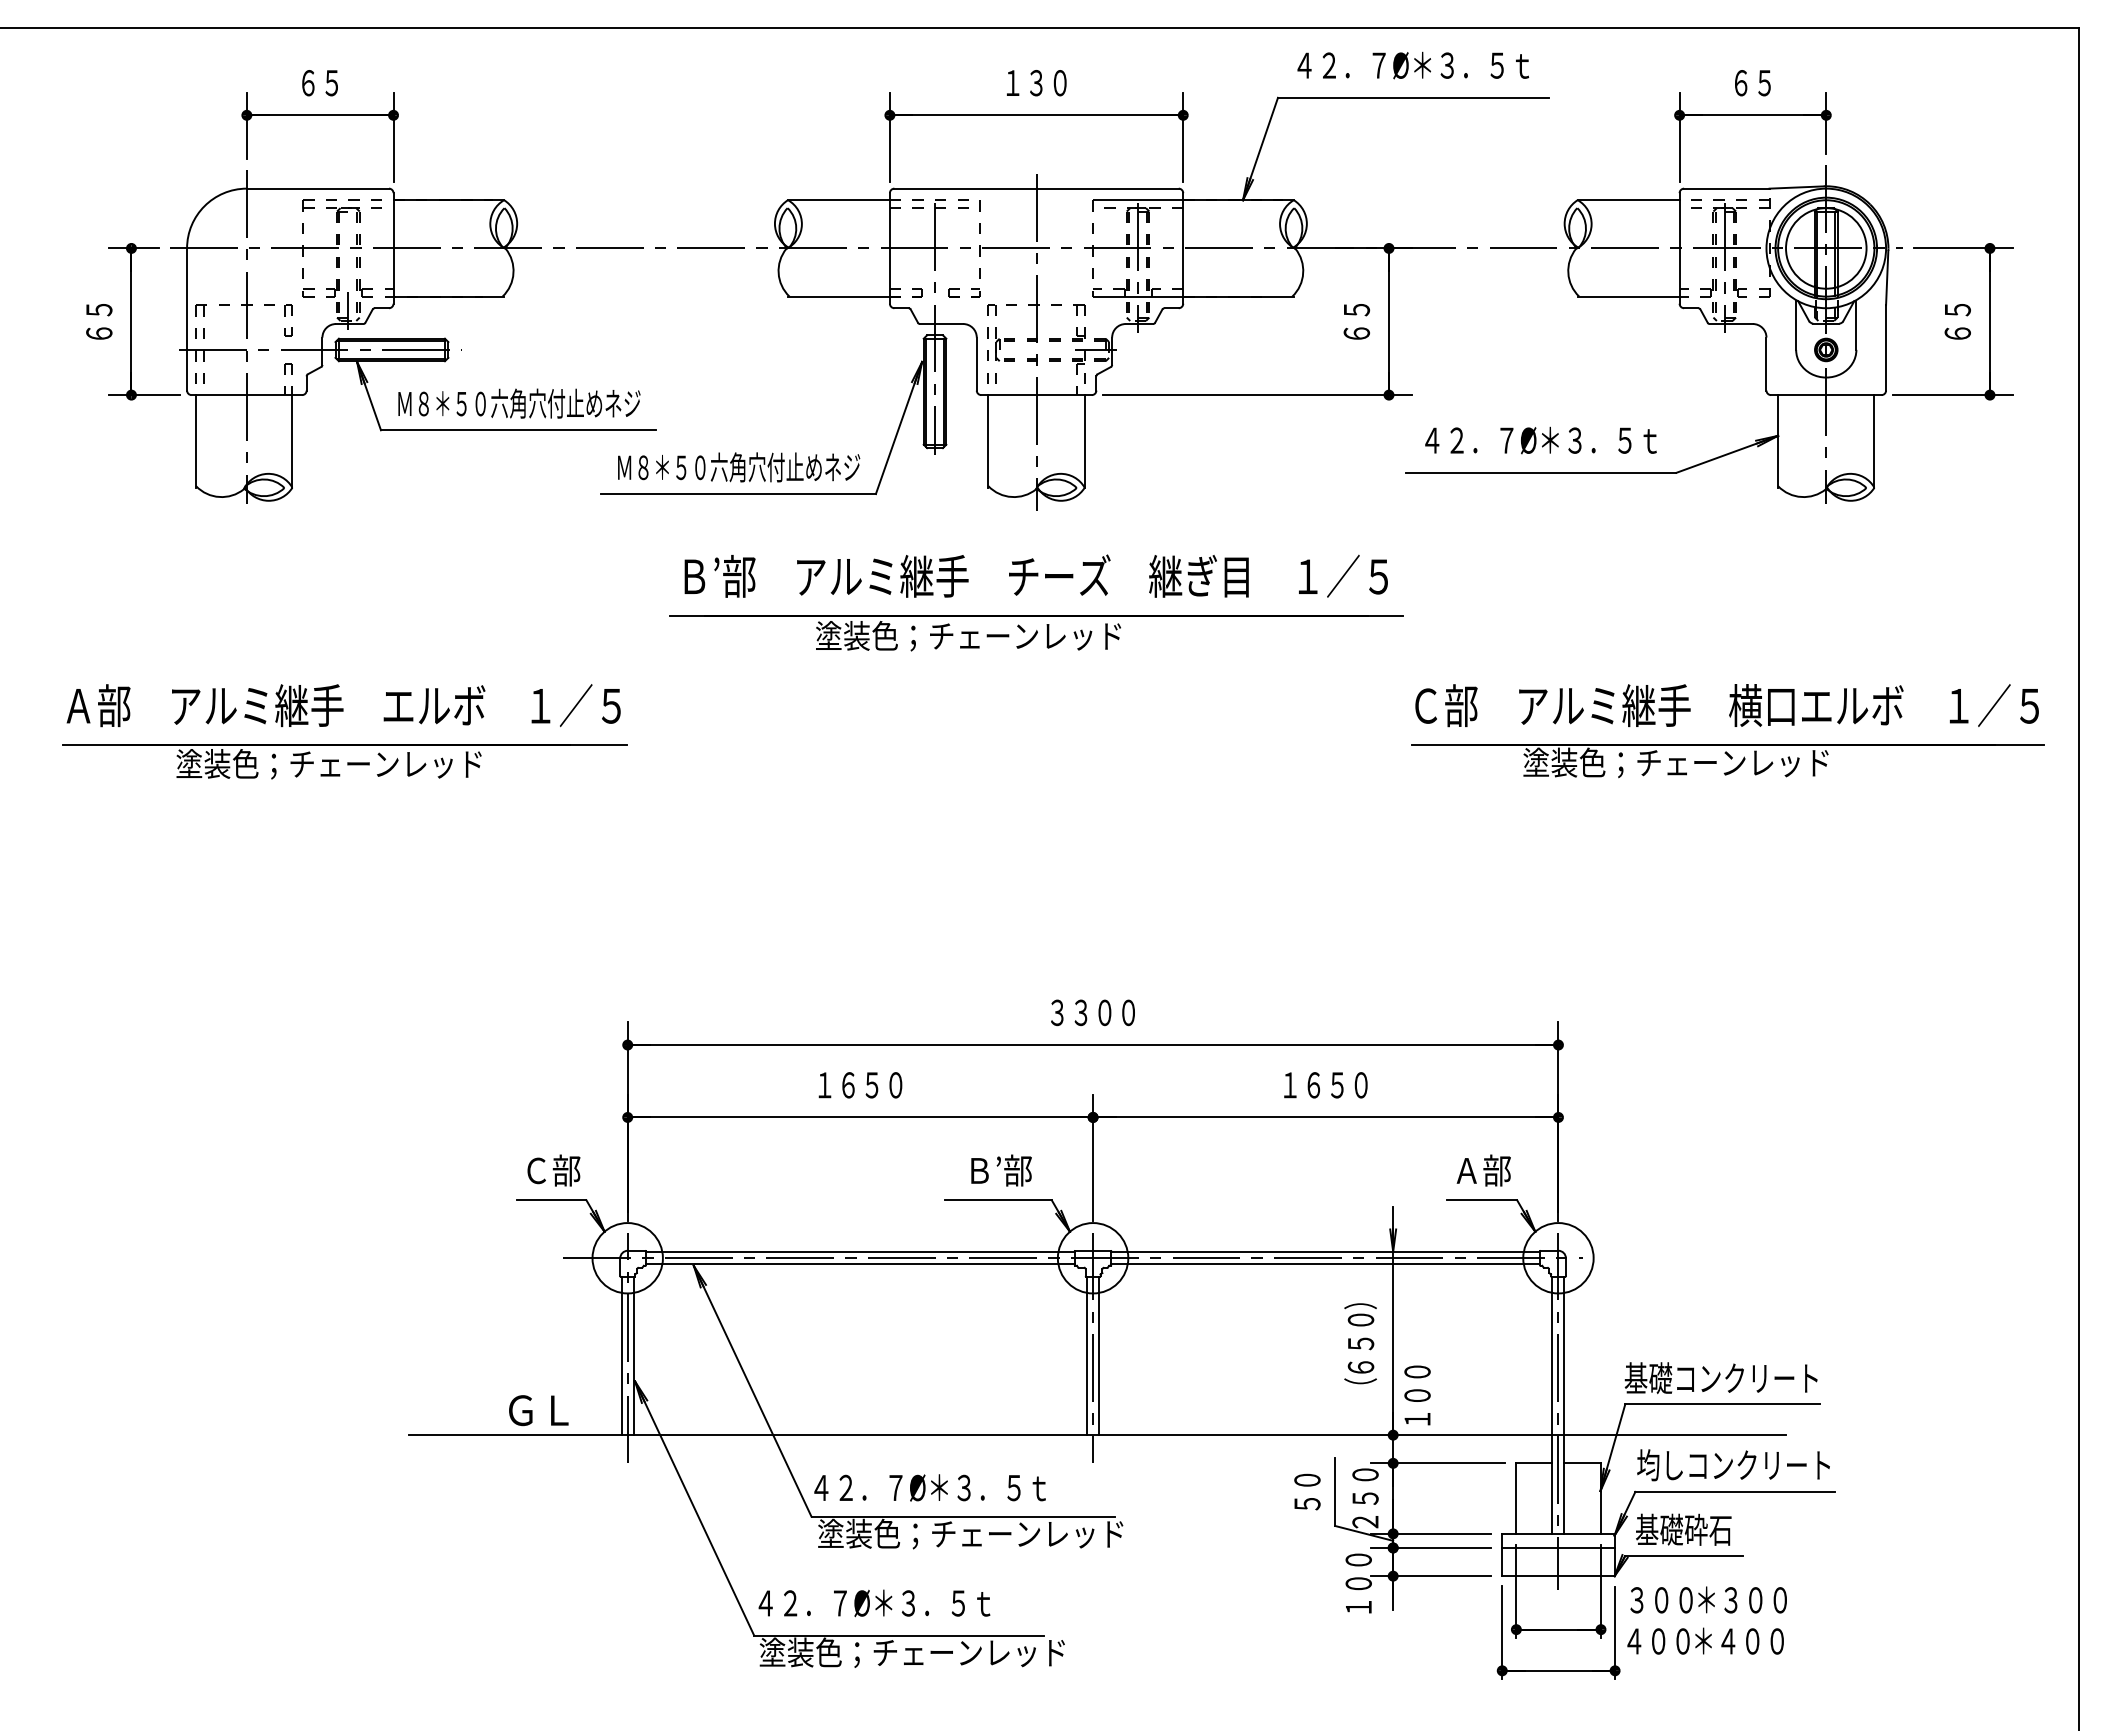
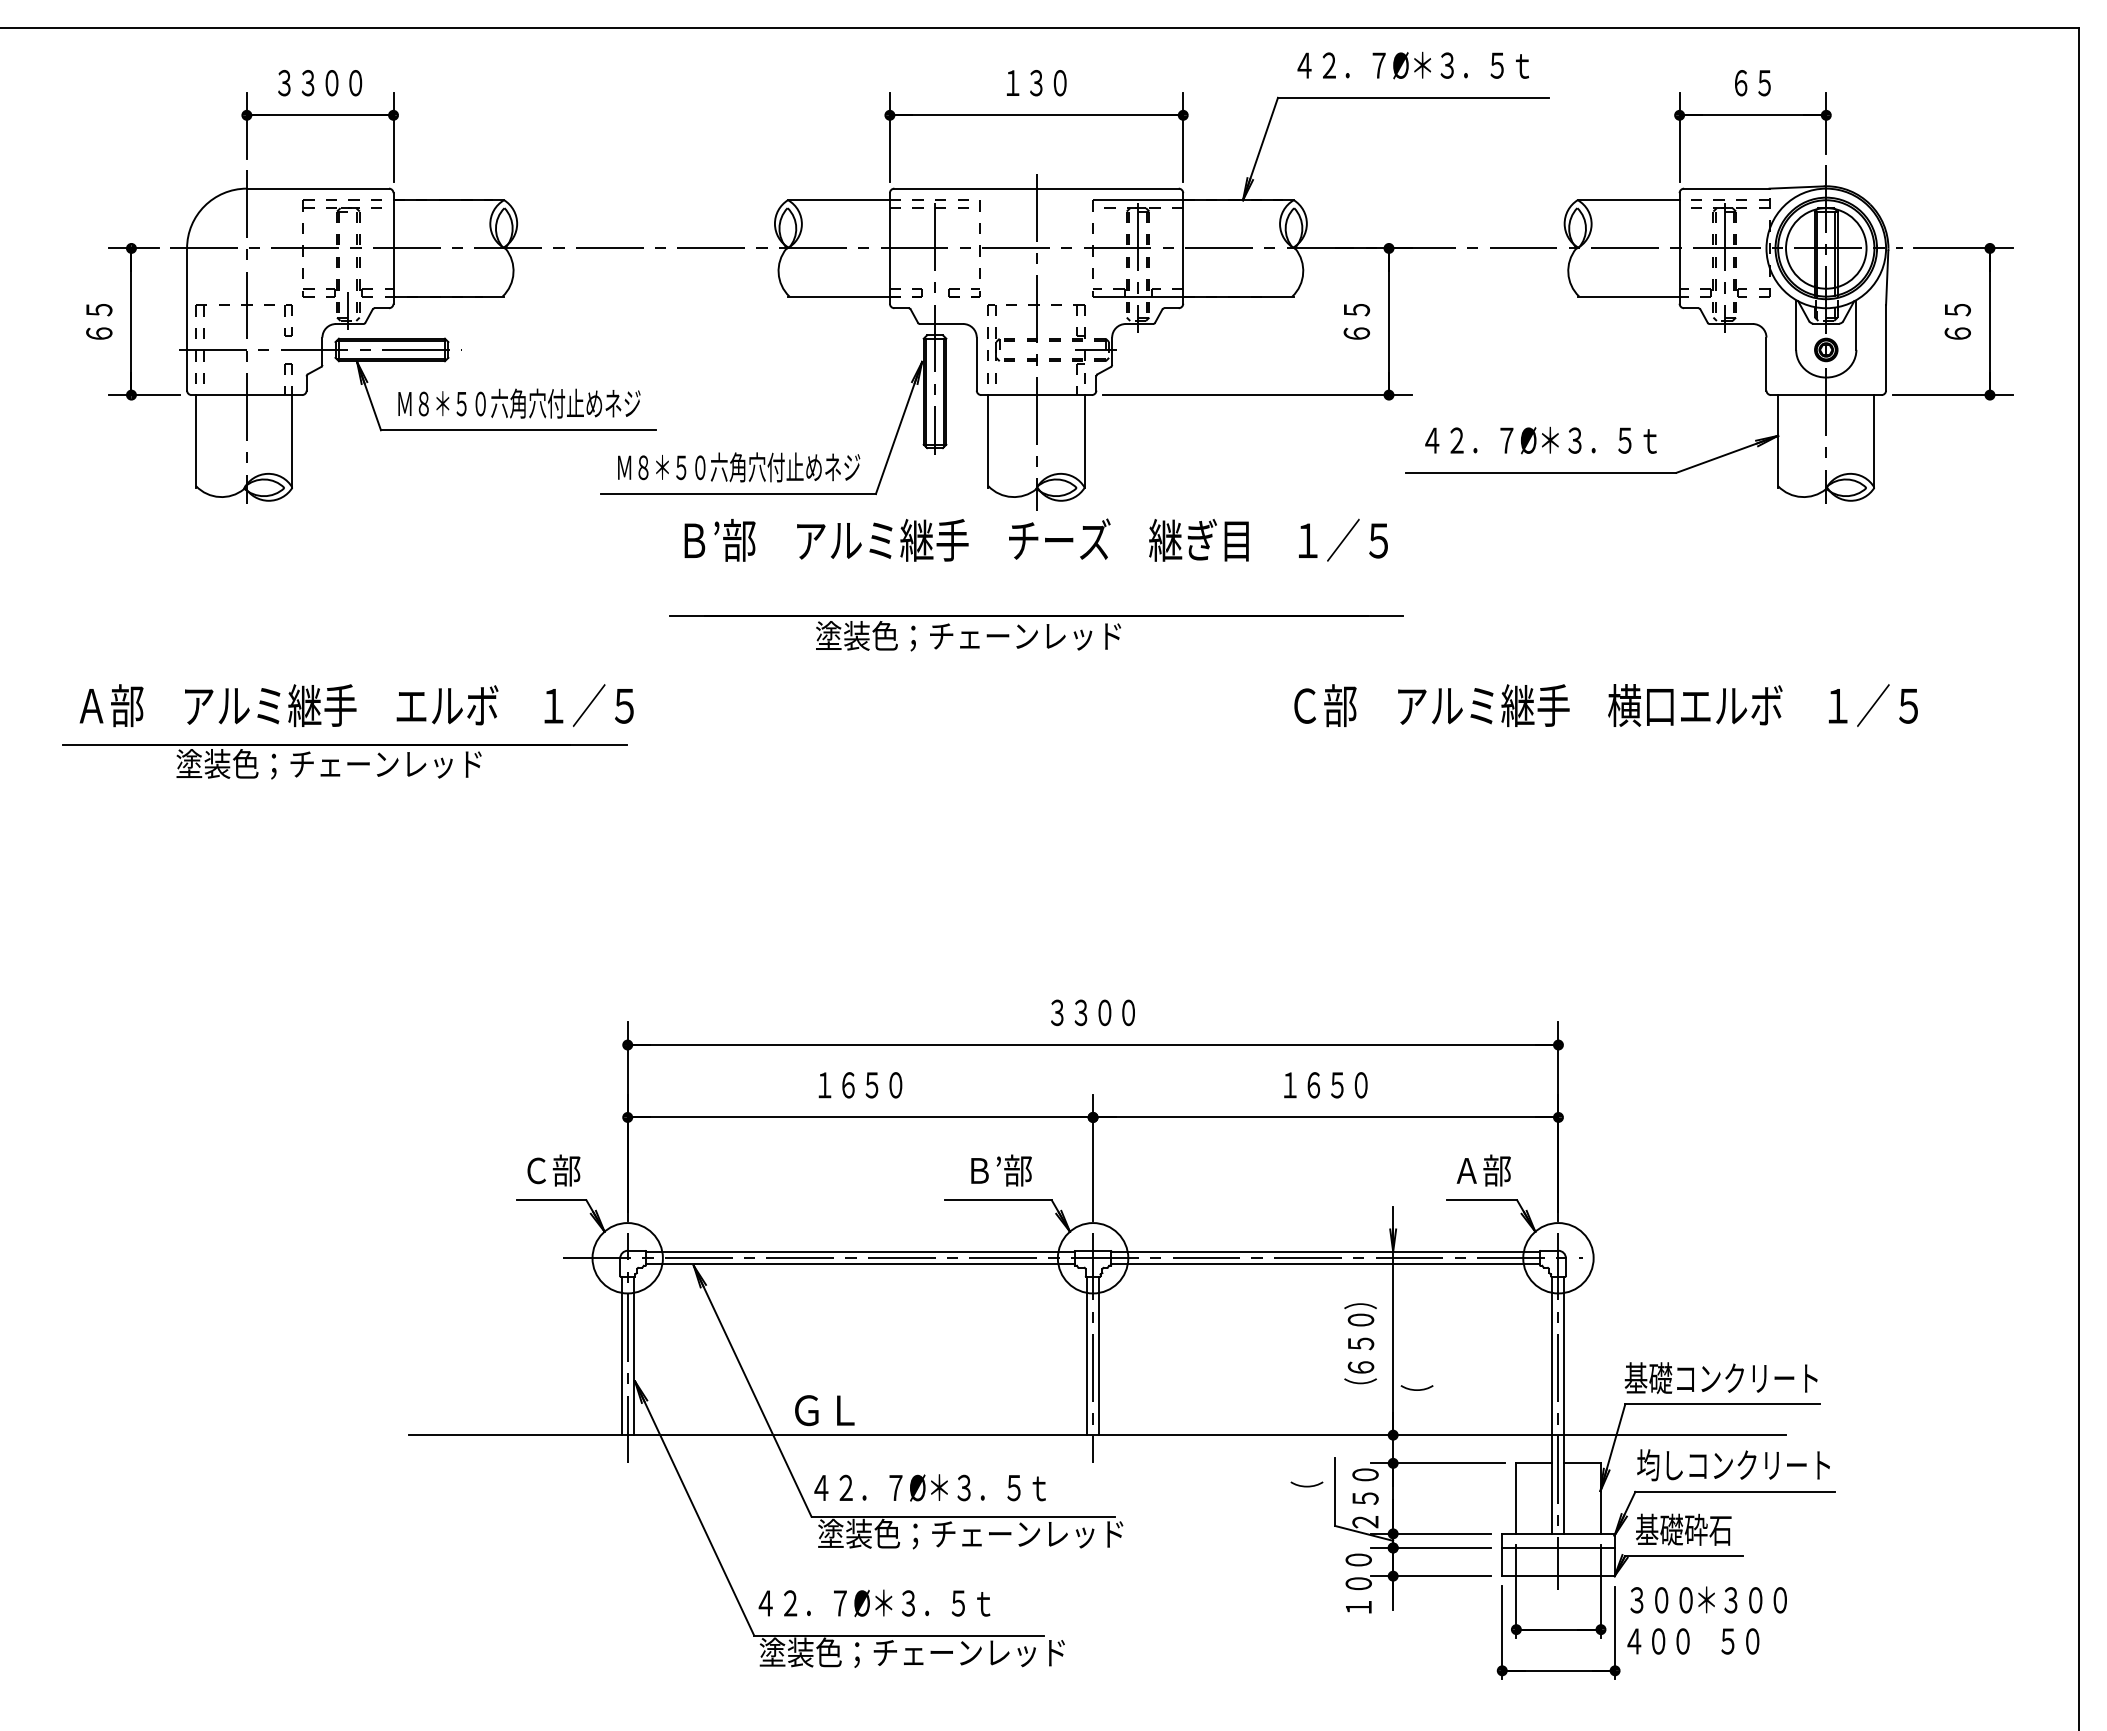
text at (320, 83): ６５ -> ３３００
text at (1035, 575) position: (1035, 575) -> (1035, 539)
text at (343, 705) position: (343, 705) -> (356, 705)
text at (1726, 705) position: (1726, 705) -> (1605, 705)
part at (1727, 761): present -> none
text at (1416, 1395): １００ -> （
text at (538, 1410) position: (538, 1410) -> (824, 1410)
text at (1306, 1491): ５０ -> （
text at (1739, 1640): ＊４００ -> ５０
